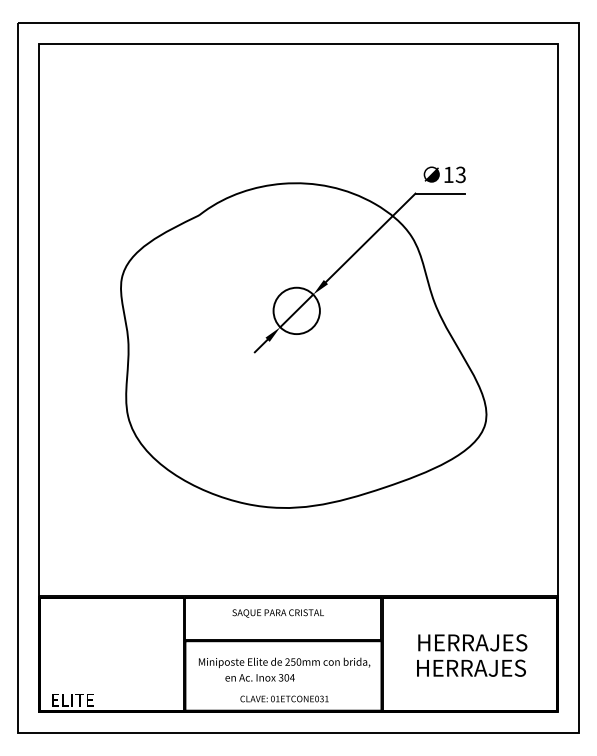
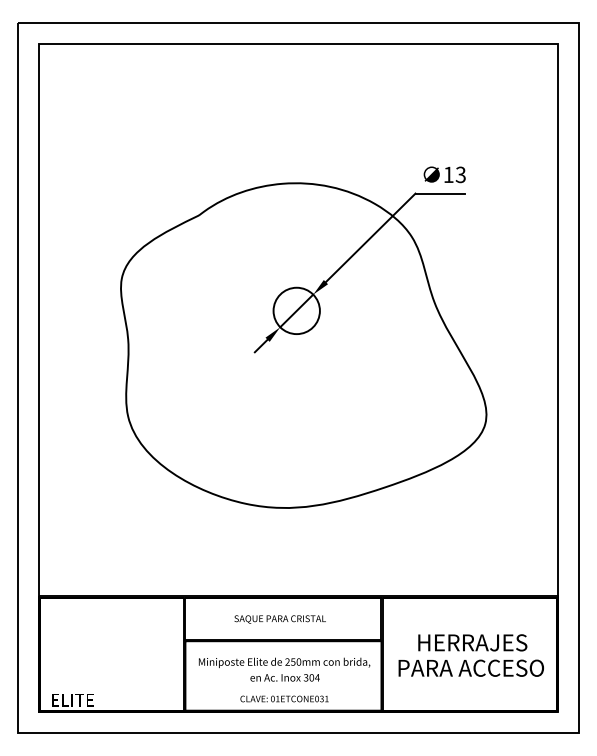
text at (277, 613) position: (277, 613) -> (279, 619)
text at (471, 667): HERRAJES -> PARA ACCESO
text at (259, 677) position: (259, 677) -> (284, 677)
